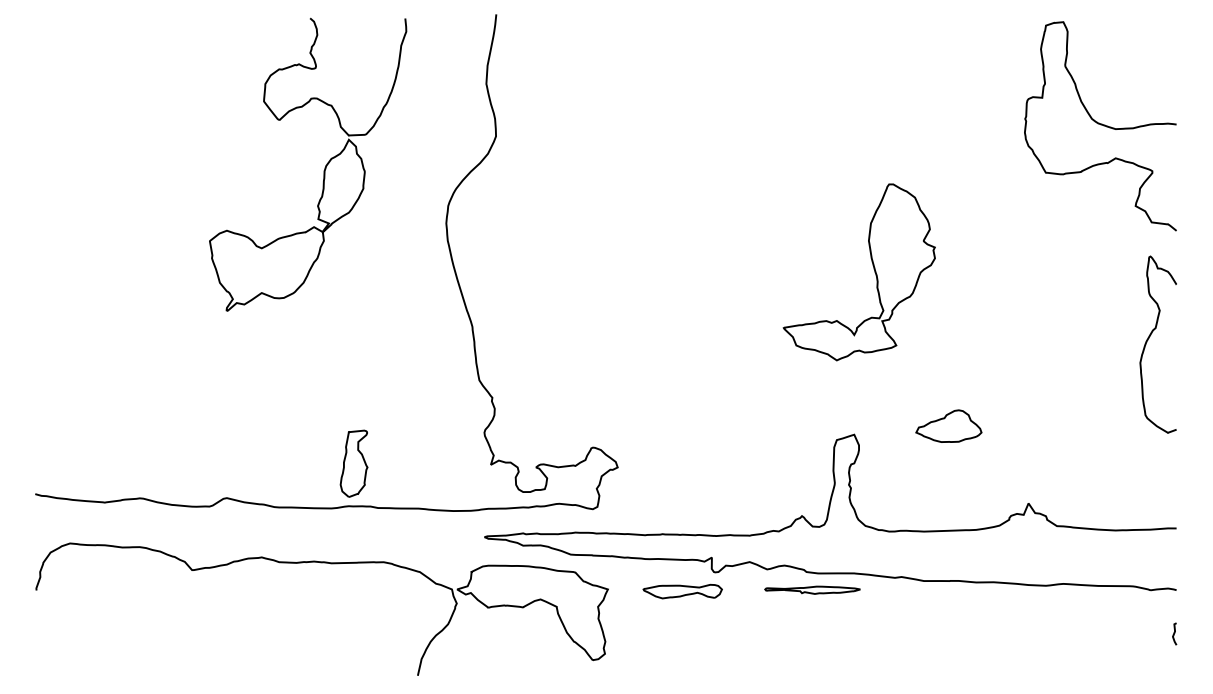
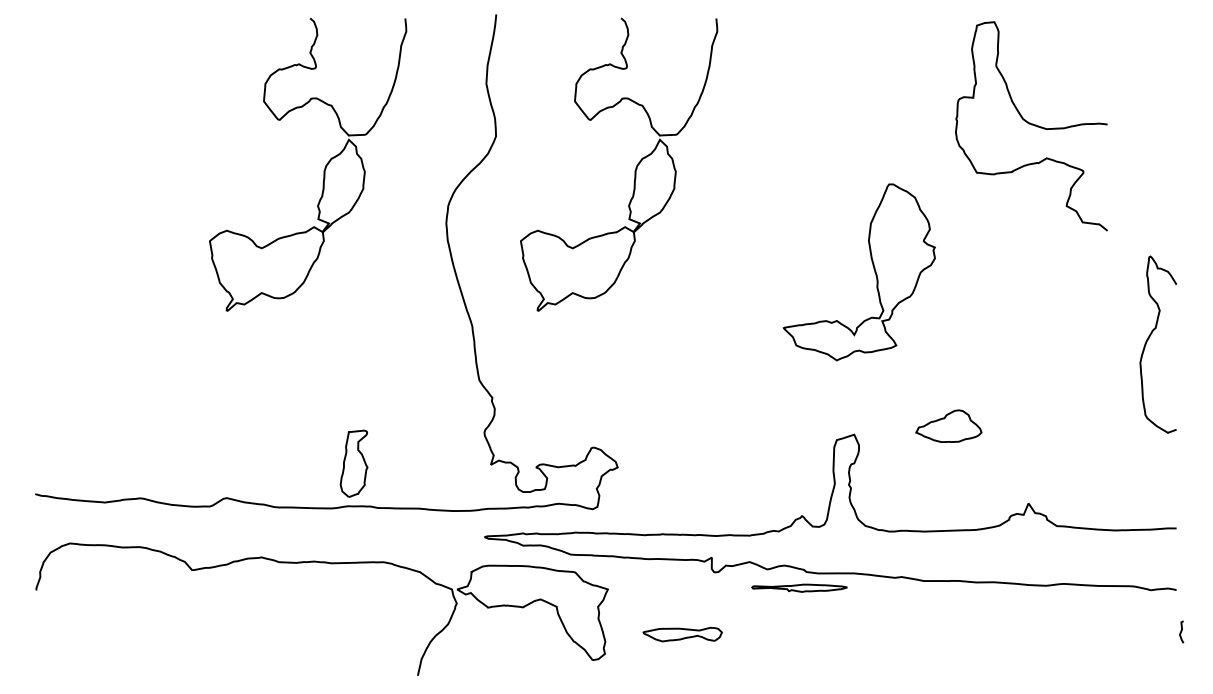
curve at (1100, 125) position: (1100, 125) -> (1031, 125)
part at (634, 170): none -> present
part at (812, 589) position: (812, 589) -> (799, 587)
part at (682, 591) position: (682, 591) -> (682, 634)
curve at (1174, 633) position: (1174, 633) -> (1181, 631)
